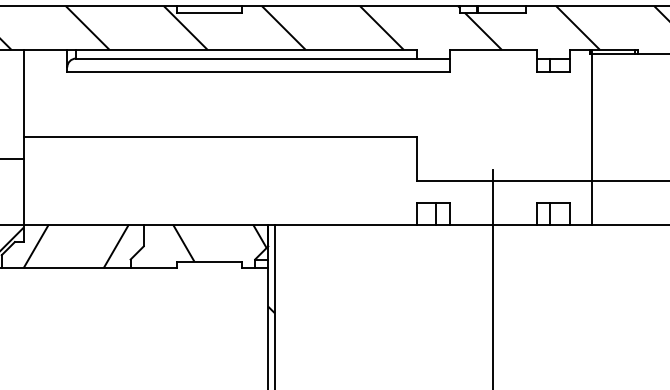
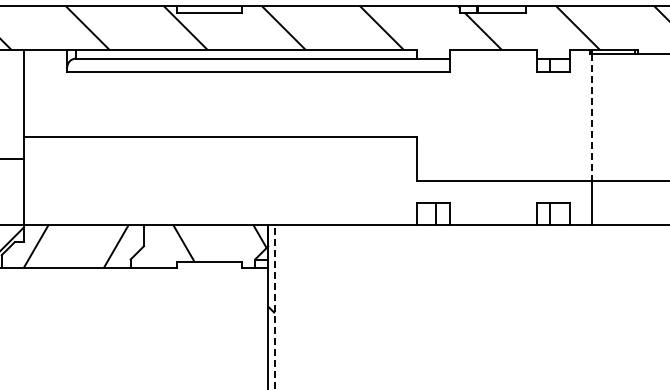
line at (591, 118): solid -> dashed
line at (493, 277): present -> none
line at (274, 306): solid -> dashed
